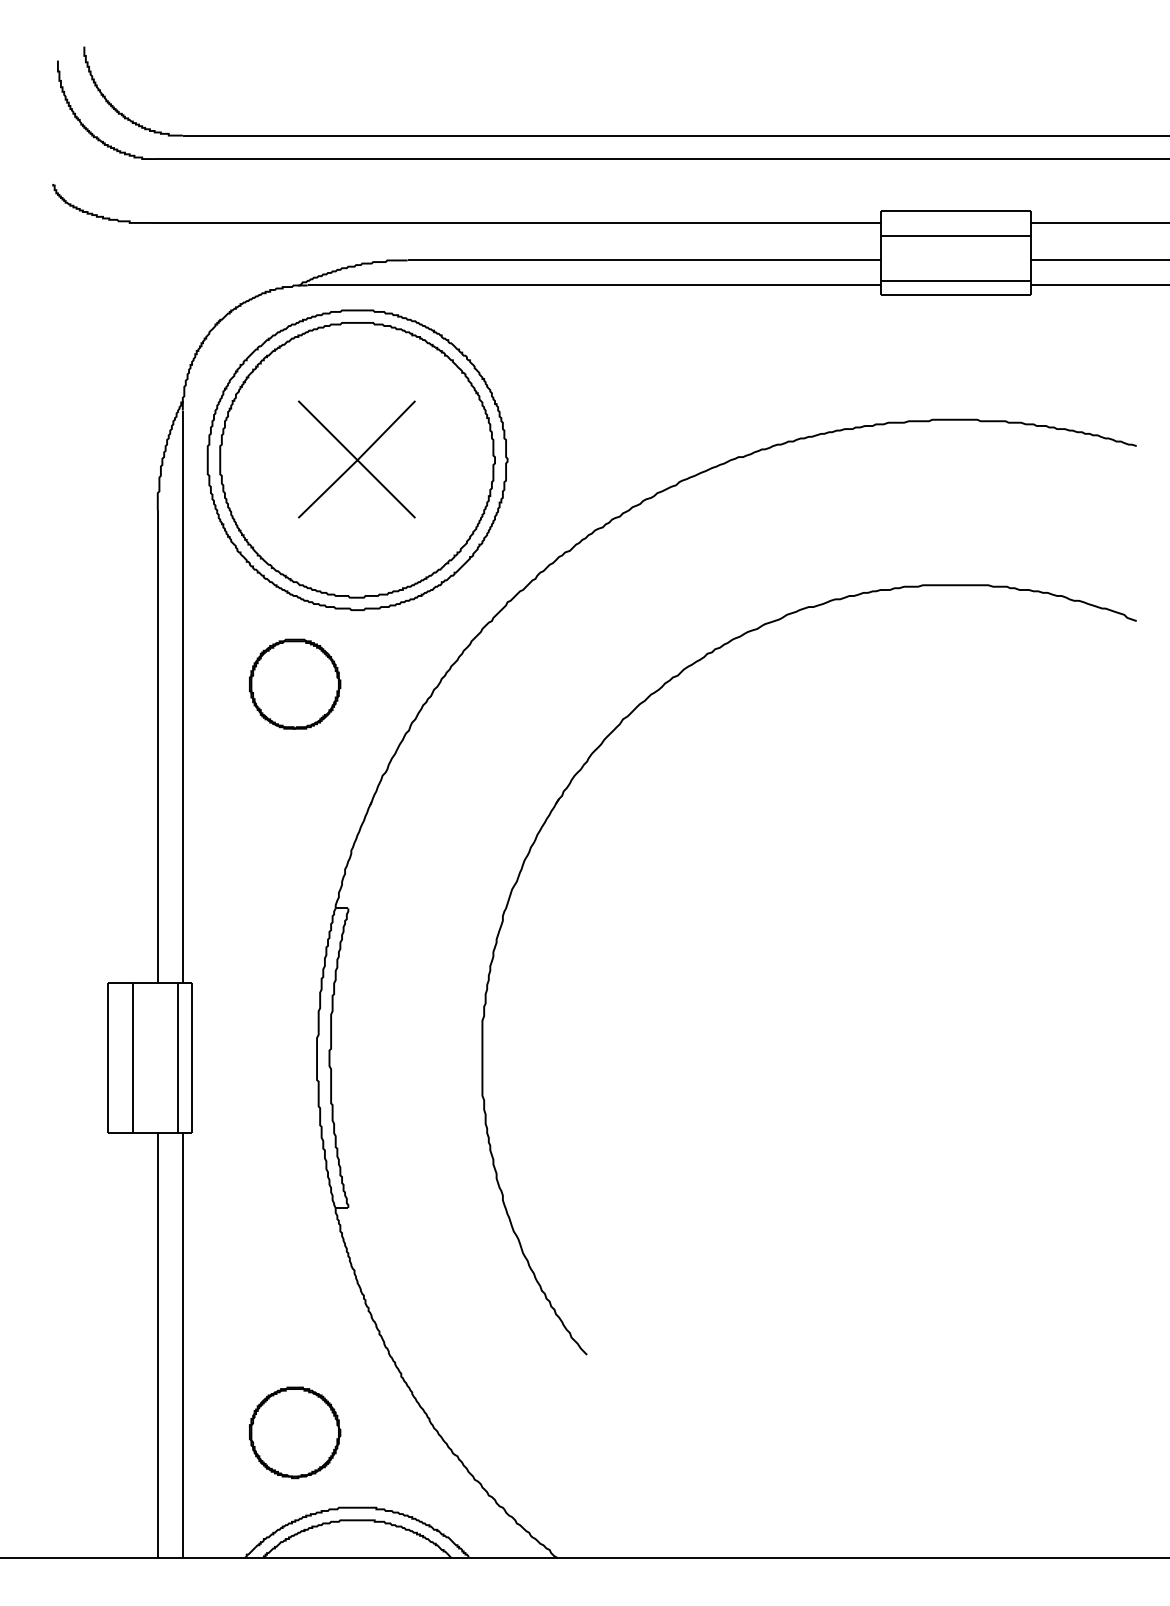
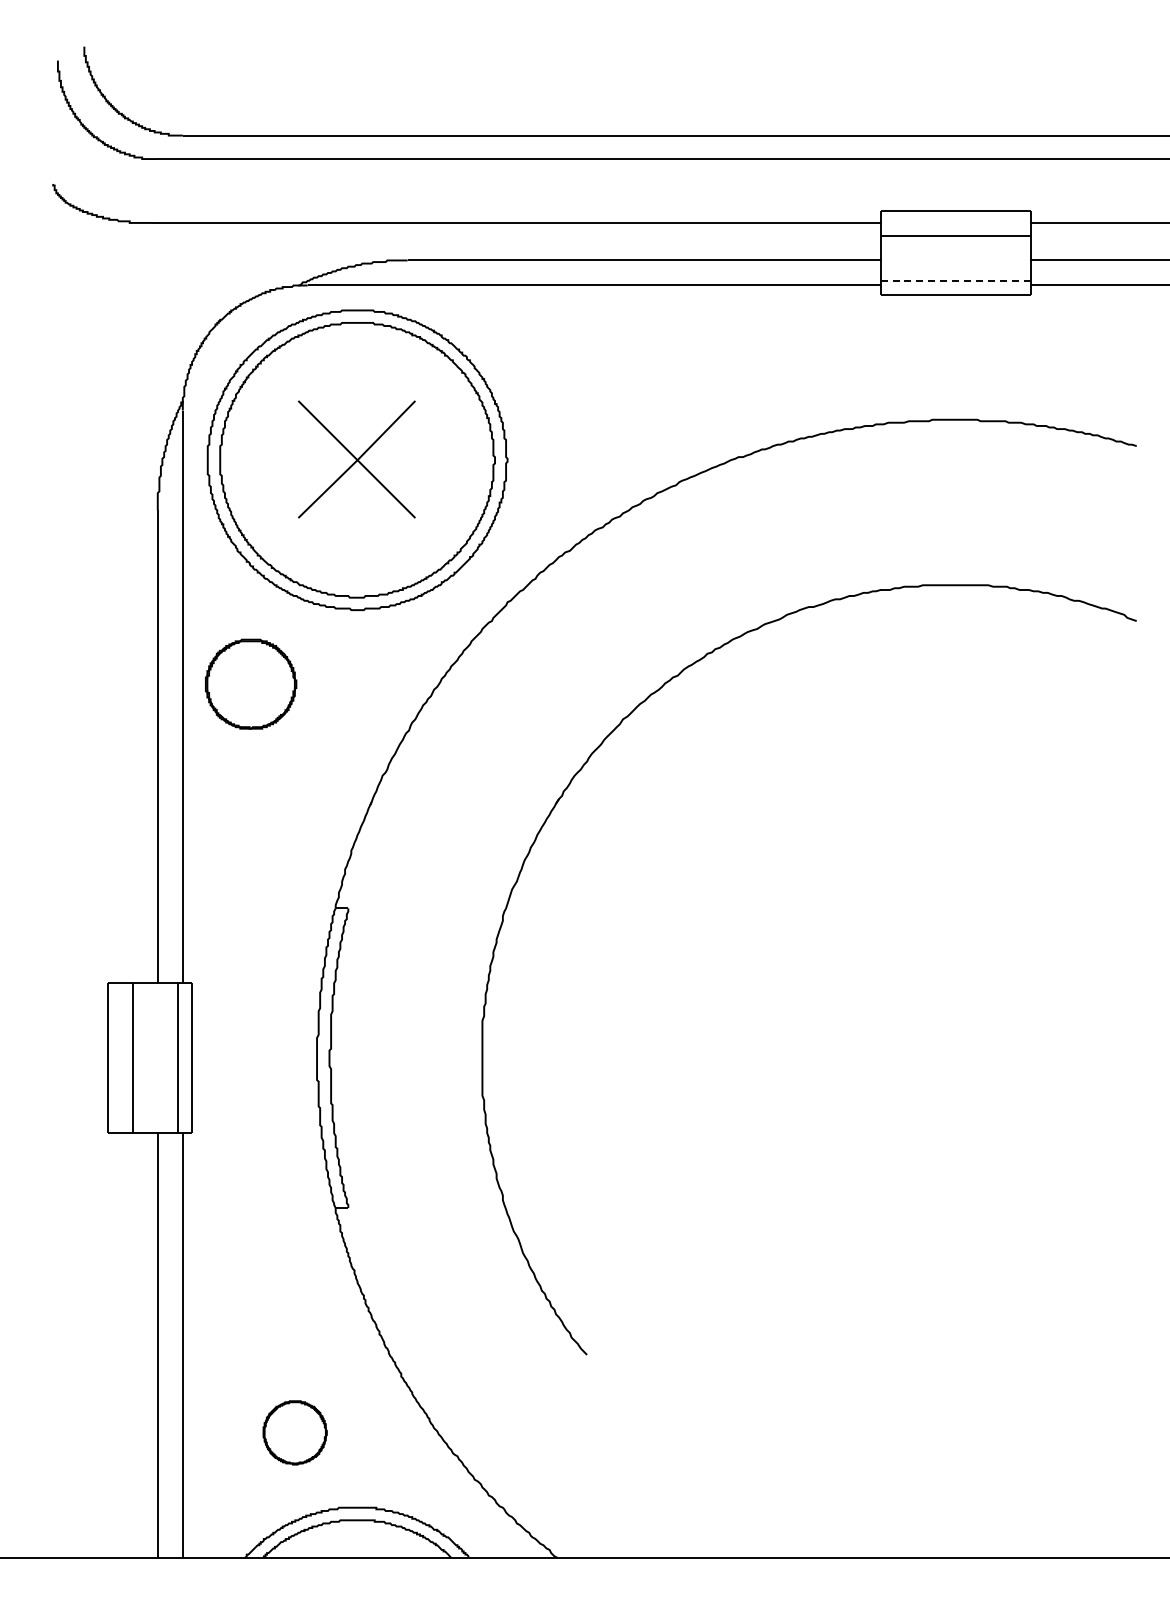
line at (955, 280): solid -> dashed
part at (295, 683) position: (295, 683) -> (251, 683)
part at (295, 1432) size: 93x94 px -> 66x66 px
